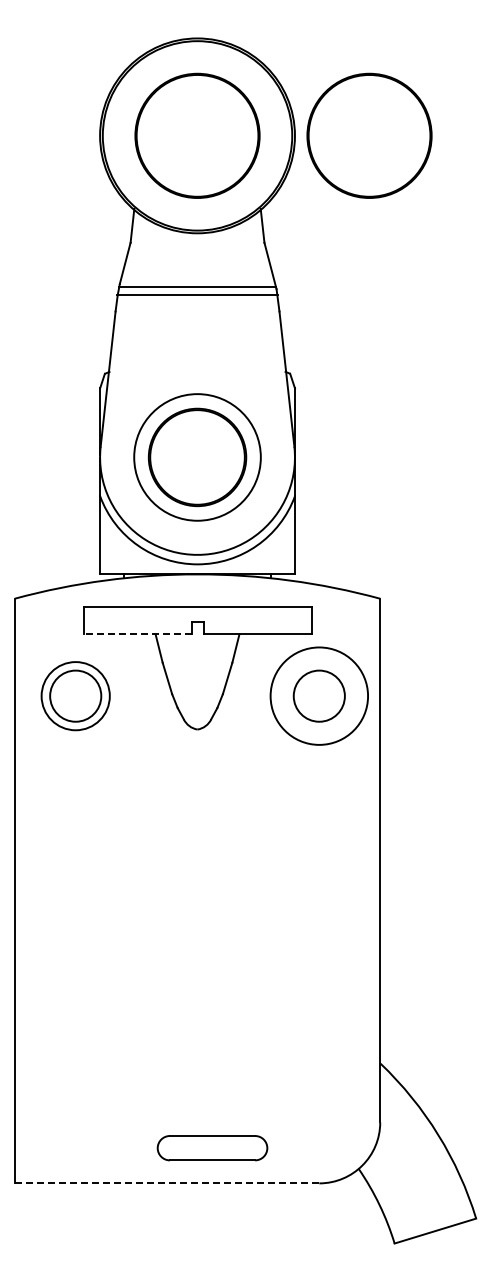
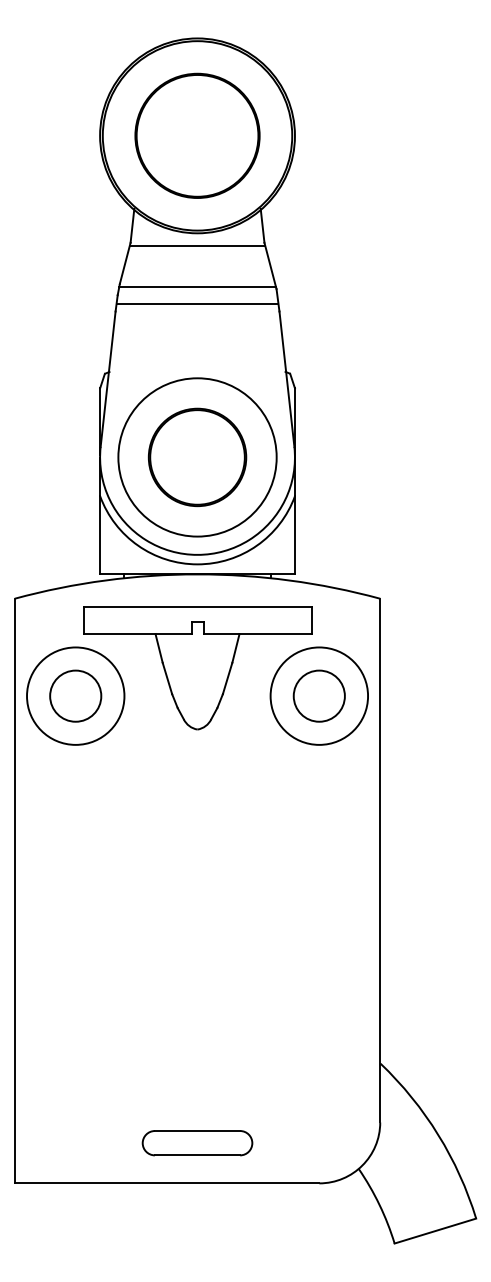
part at (369, 135): present -> none
line at (197, 245): none -> present
line at (197, 294) position: (197, 294) -> (197, 303)
circle at (197, 457) diameter: 127 px -> 158 px
line at (137, 633): dashed -> solid
circle at (75, 696) diameter: 68 px -> 97 px
part at (212, 1148) position: (212, 1148) -> (197, 1143)
line at (166, 1183): dashed -> solid
